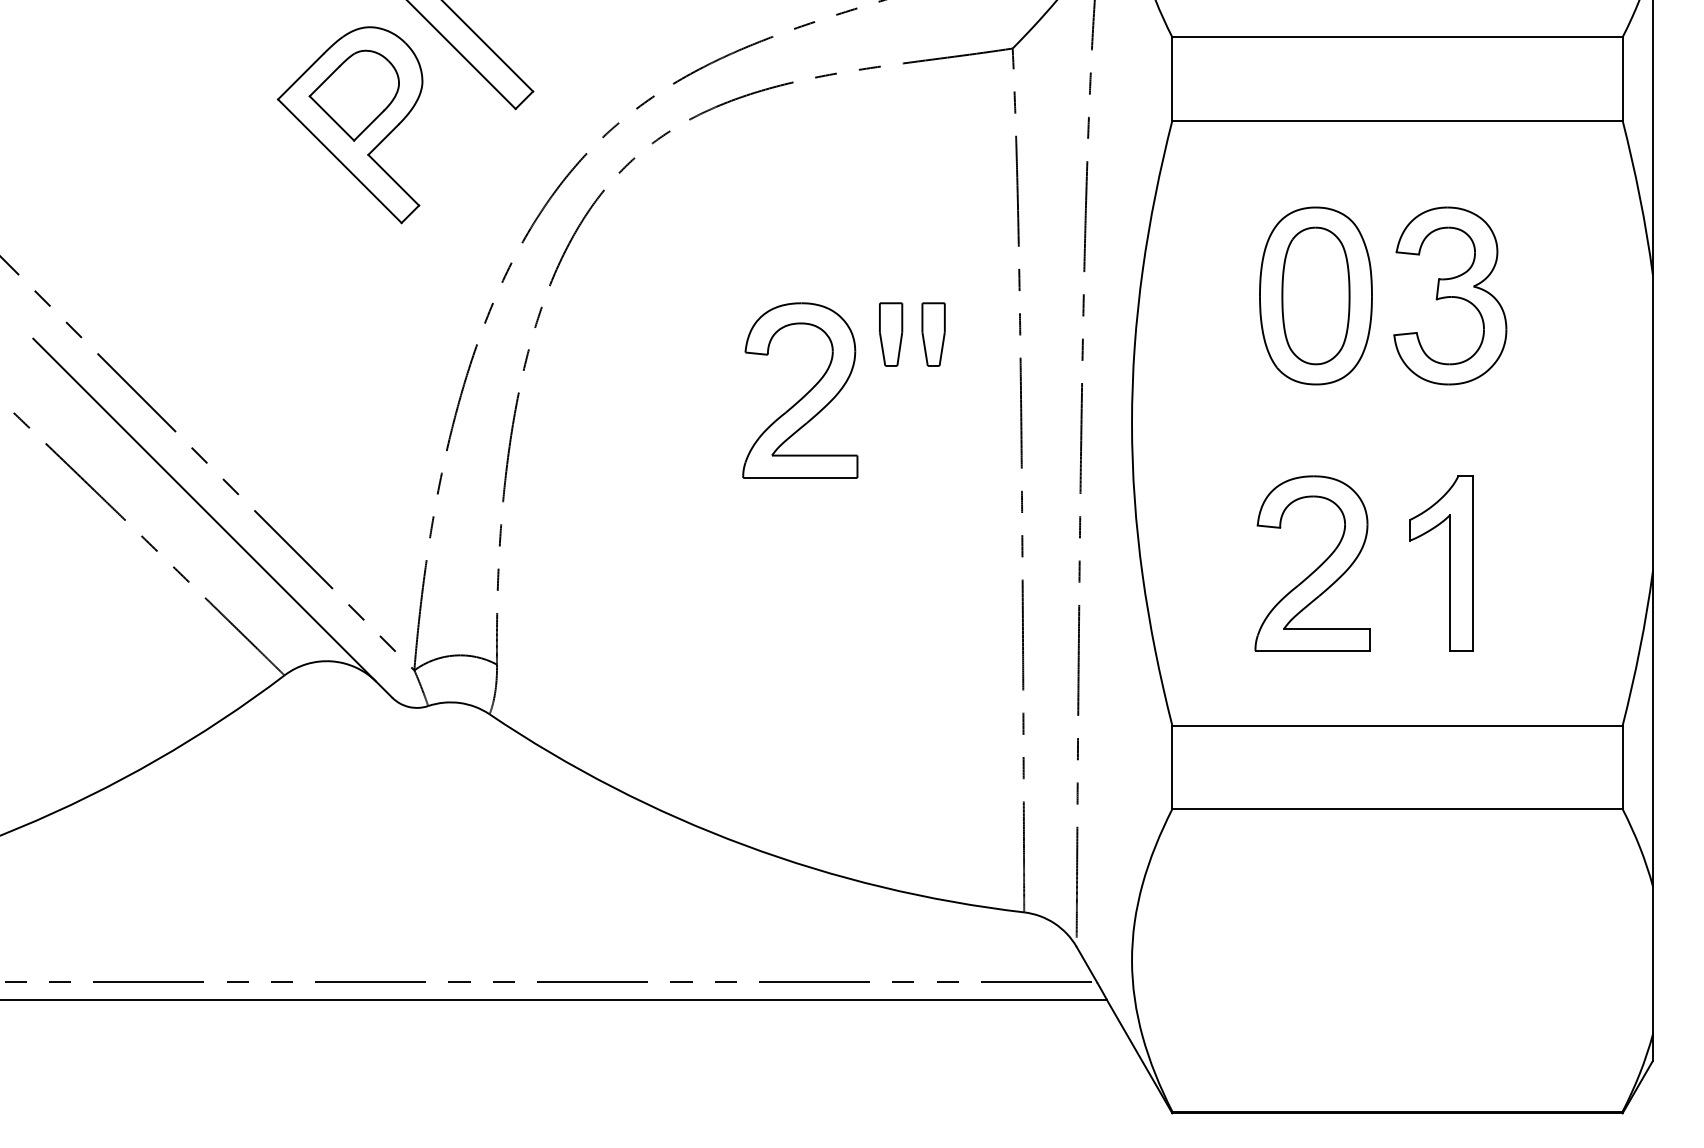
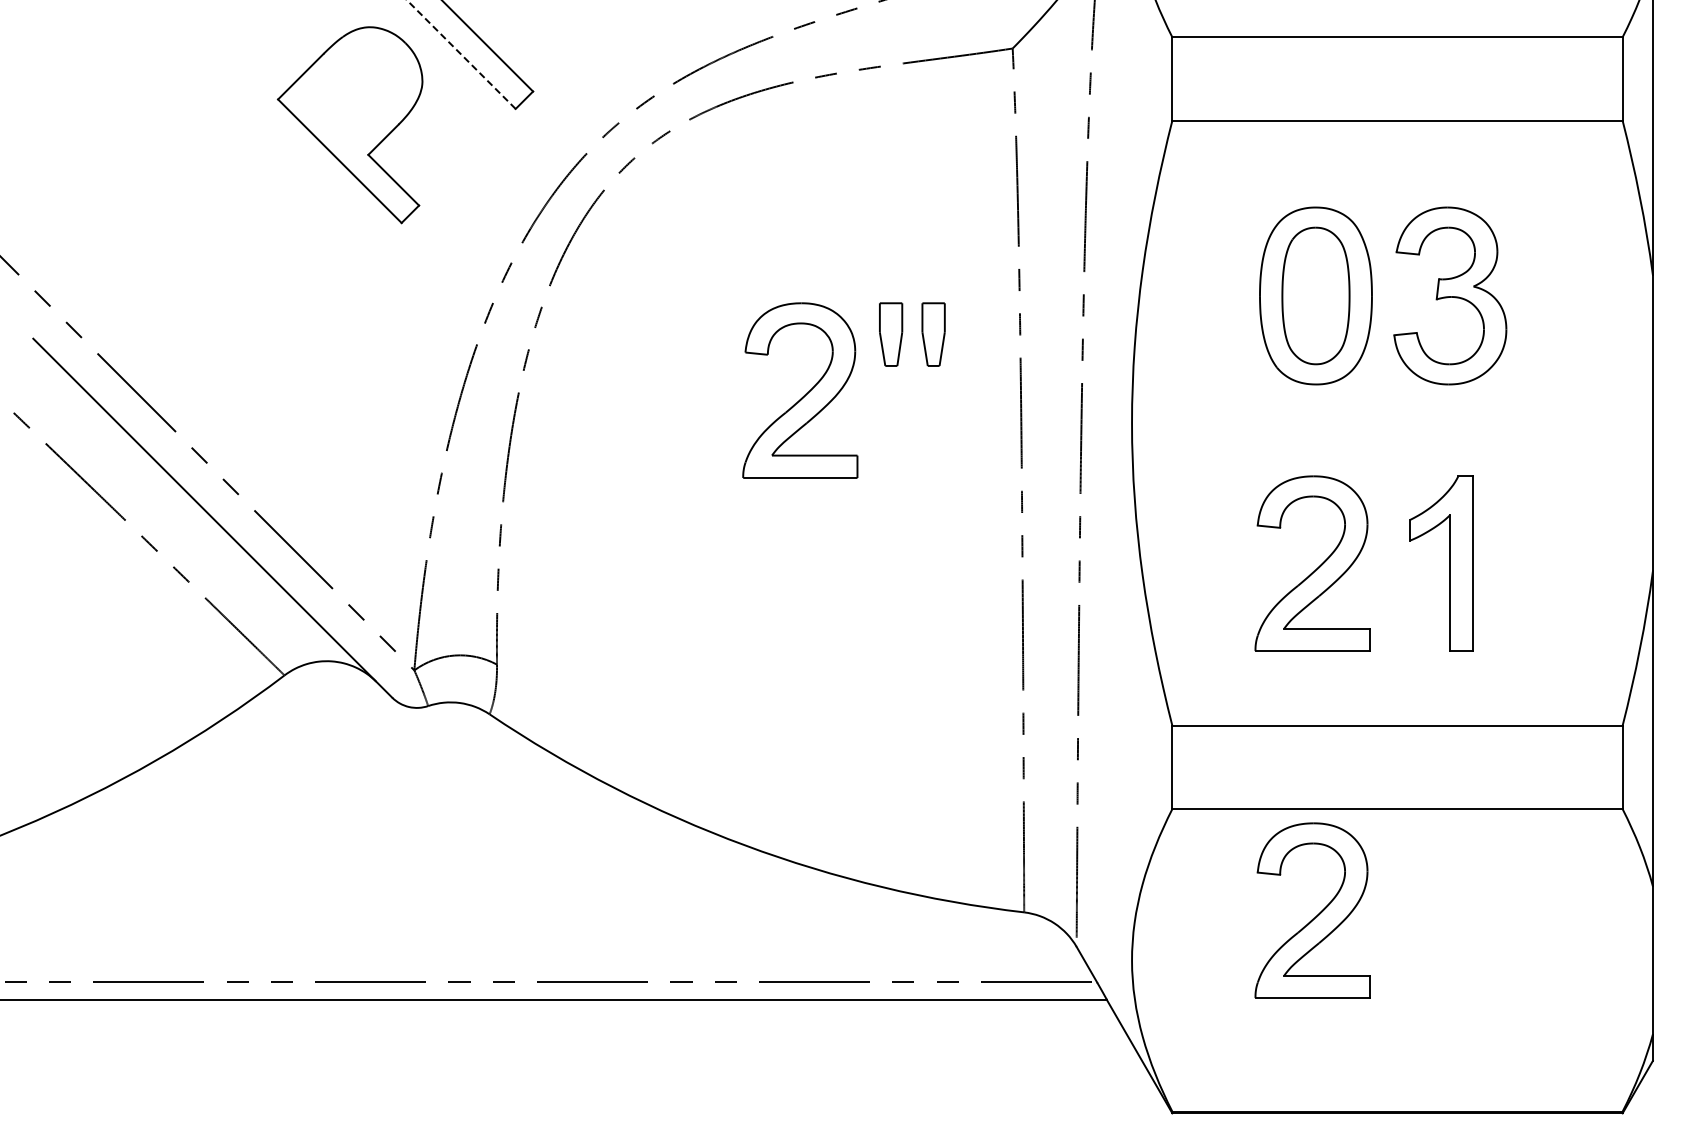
line at (461, 54): solid -> dashed
part at (353, 95): present -> none
part at (1317, 914): none -> present
